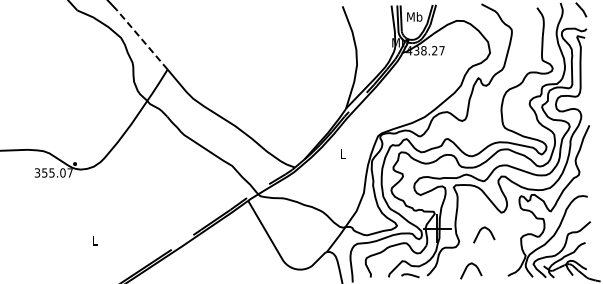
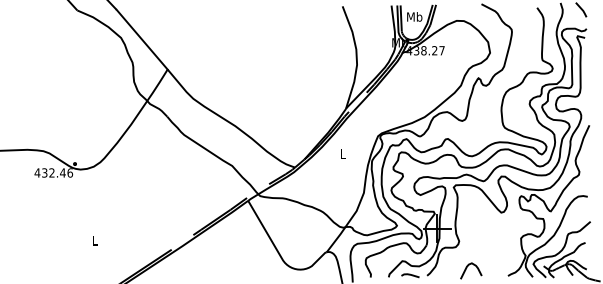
line at (141, 39): dashed -> solid
text at (53, 172): 355.07 -> 432.46
curve at (480, 232): present -> none
